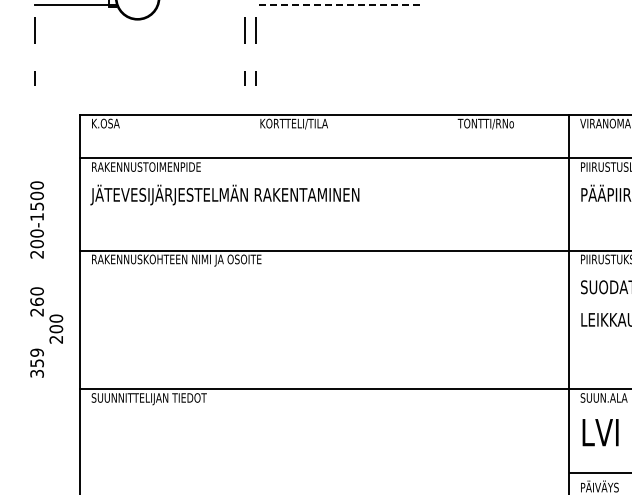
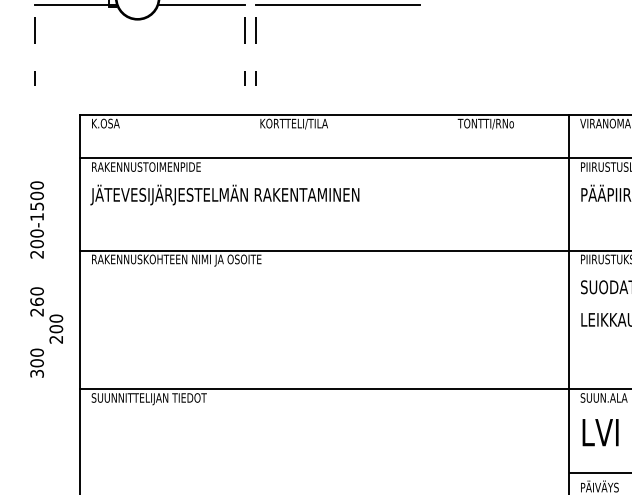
line at (201, 5): none -> present
line at (337, 5): dashed -> solid
text at (36, 357): 359 -> 300
